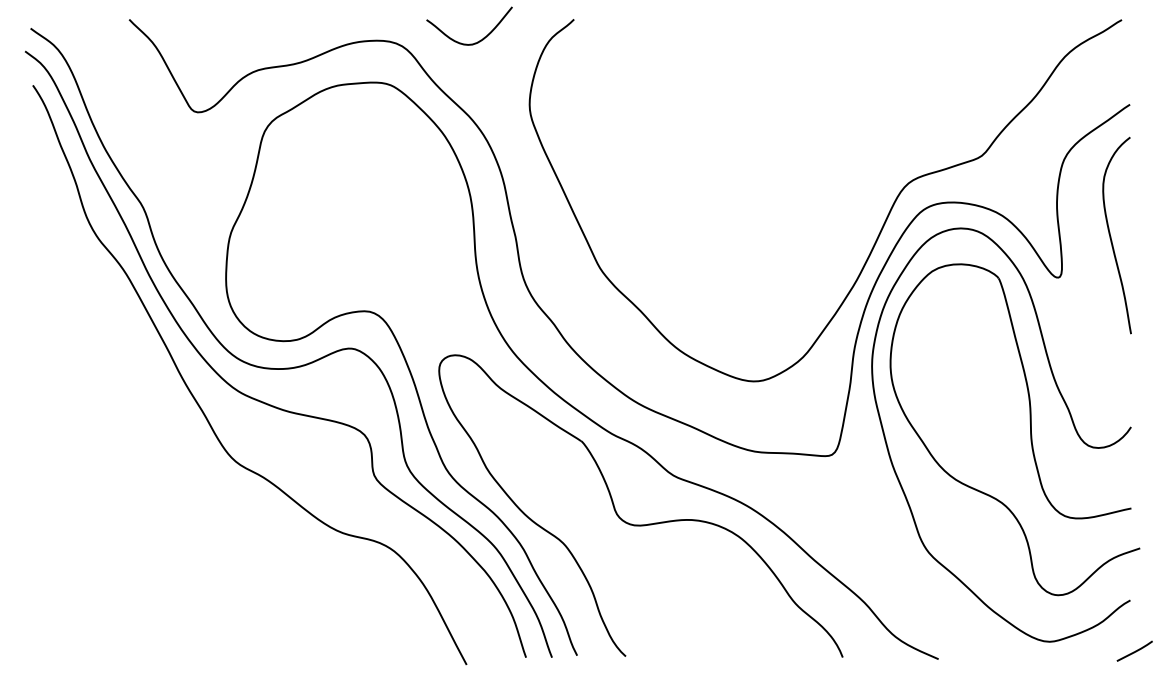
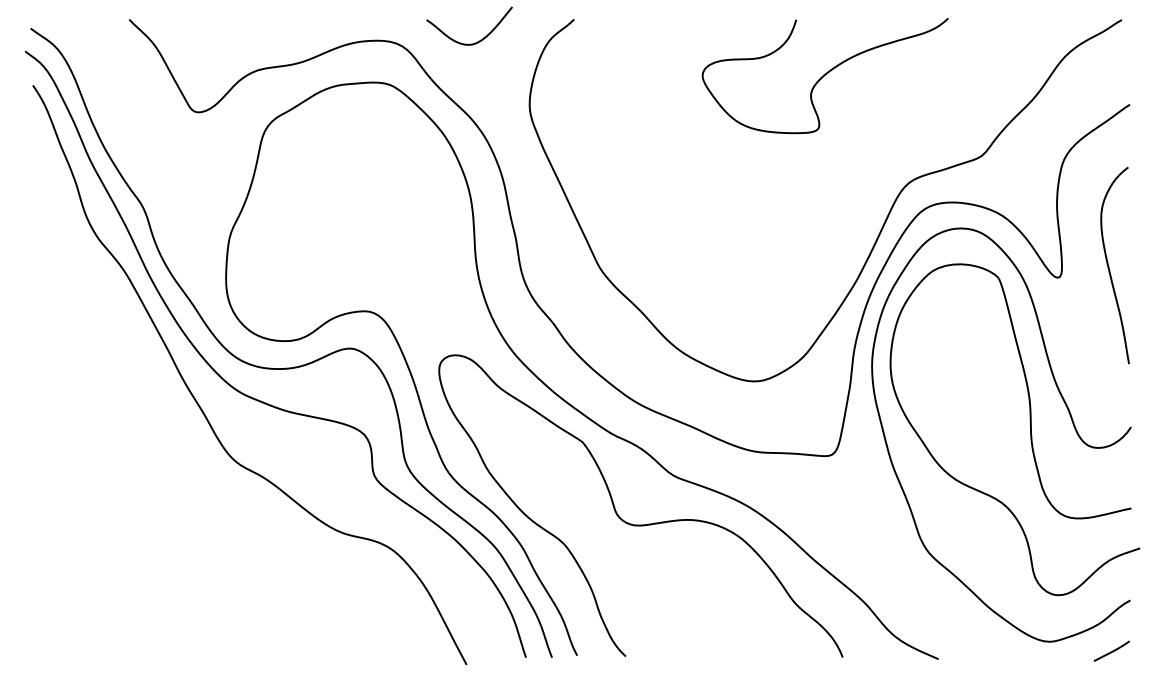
curve at (824, 76): none -> present
curve at (1111, 236) position: (1111, 236) -> (1109, 266)
line at (1135, 650) position: (1135, 650) -> (1112, 650)
